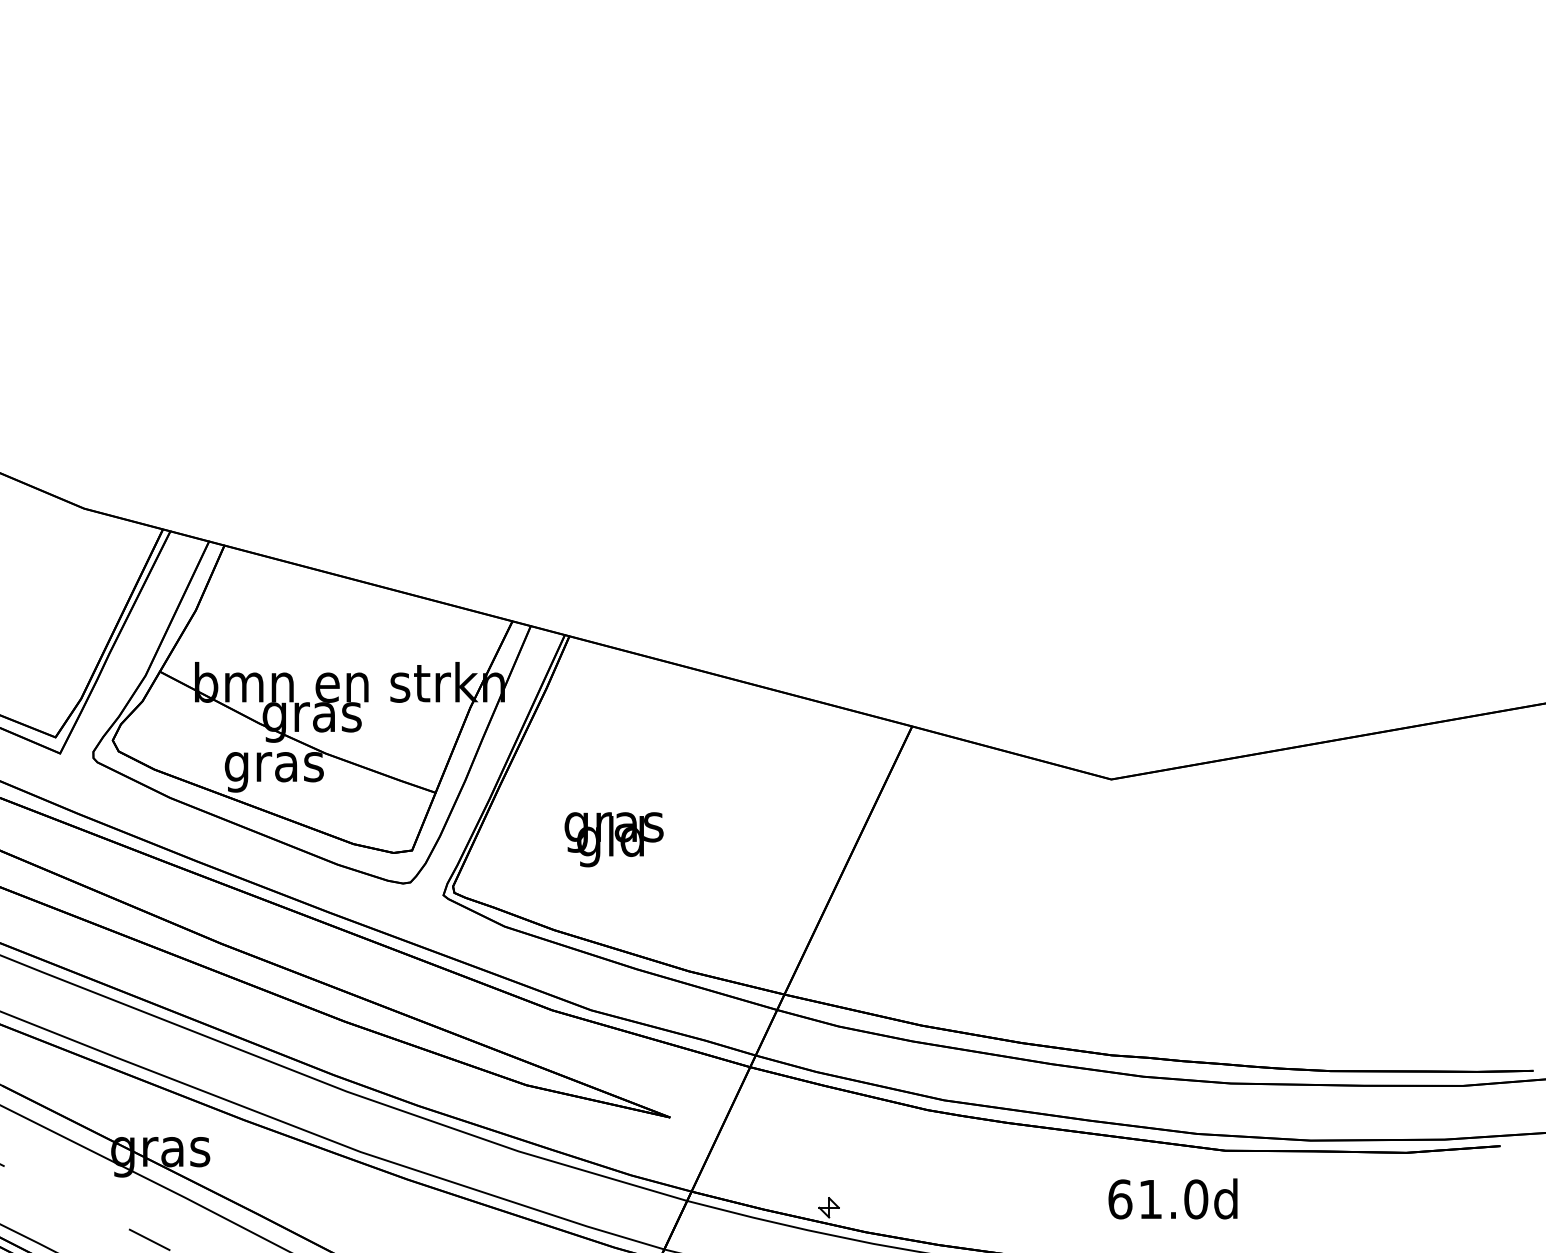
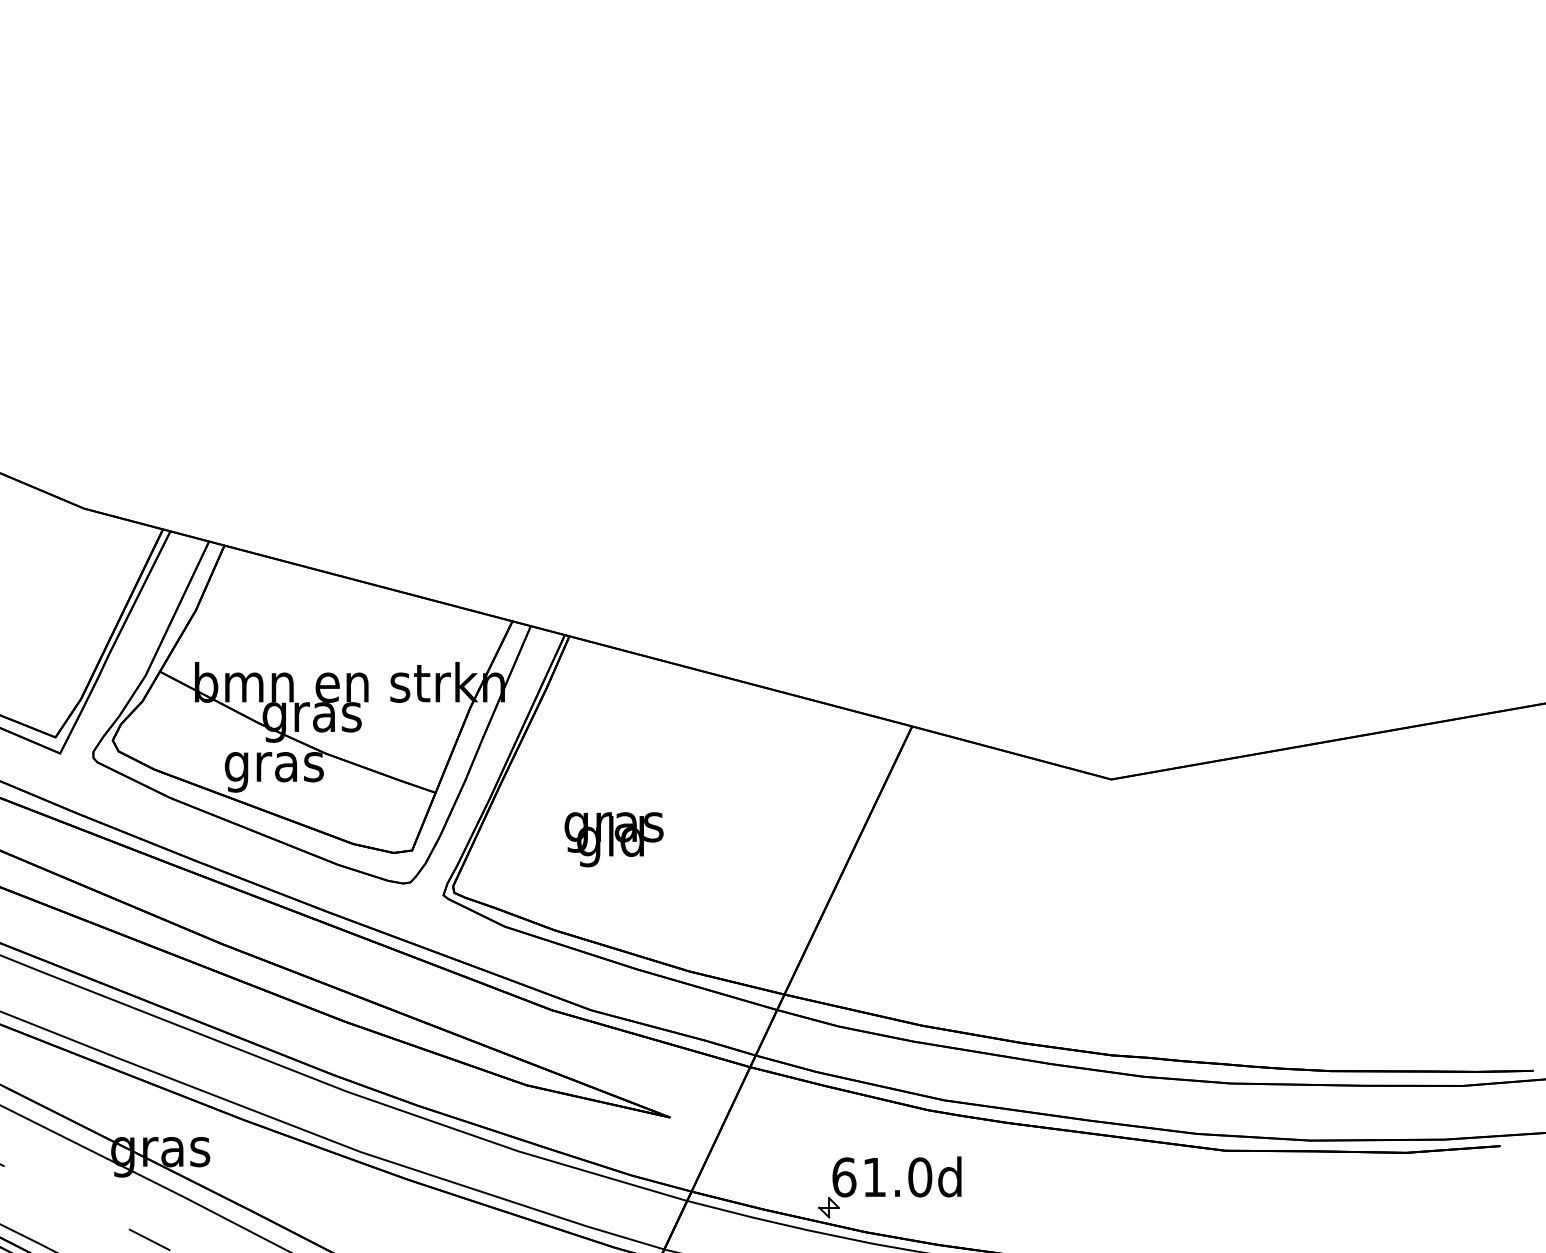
text at (1172, 1198) position: (1172, 1198) -> (896, 1176)
